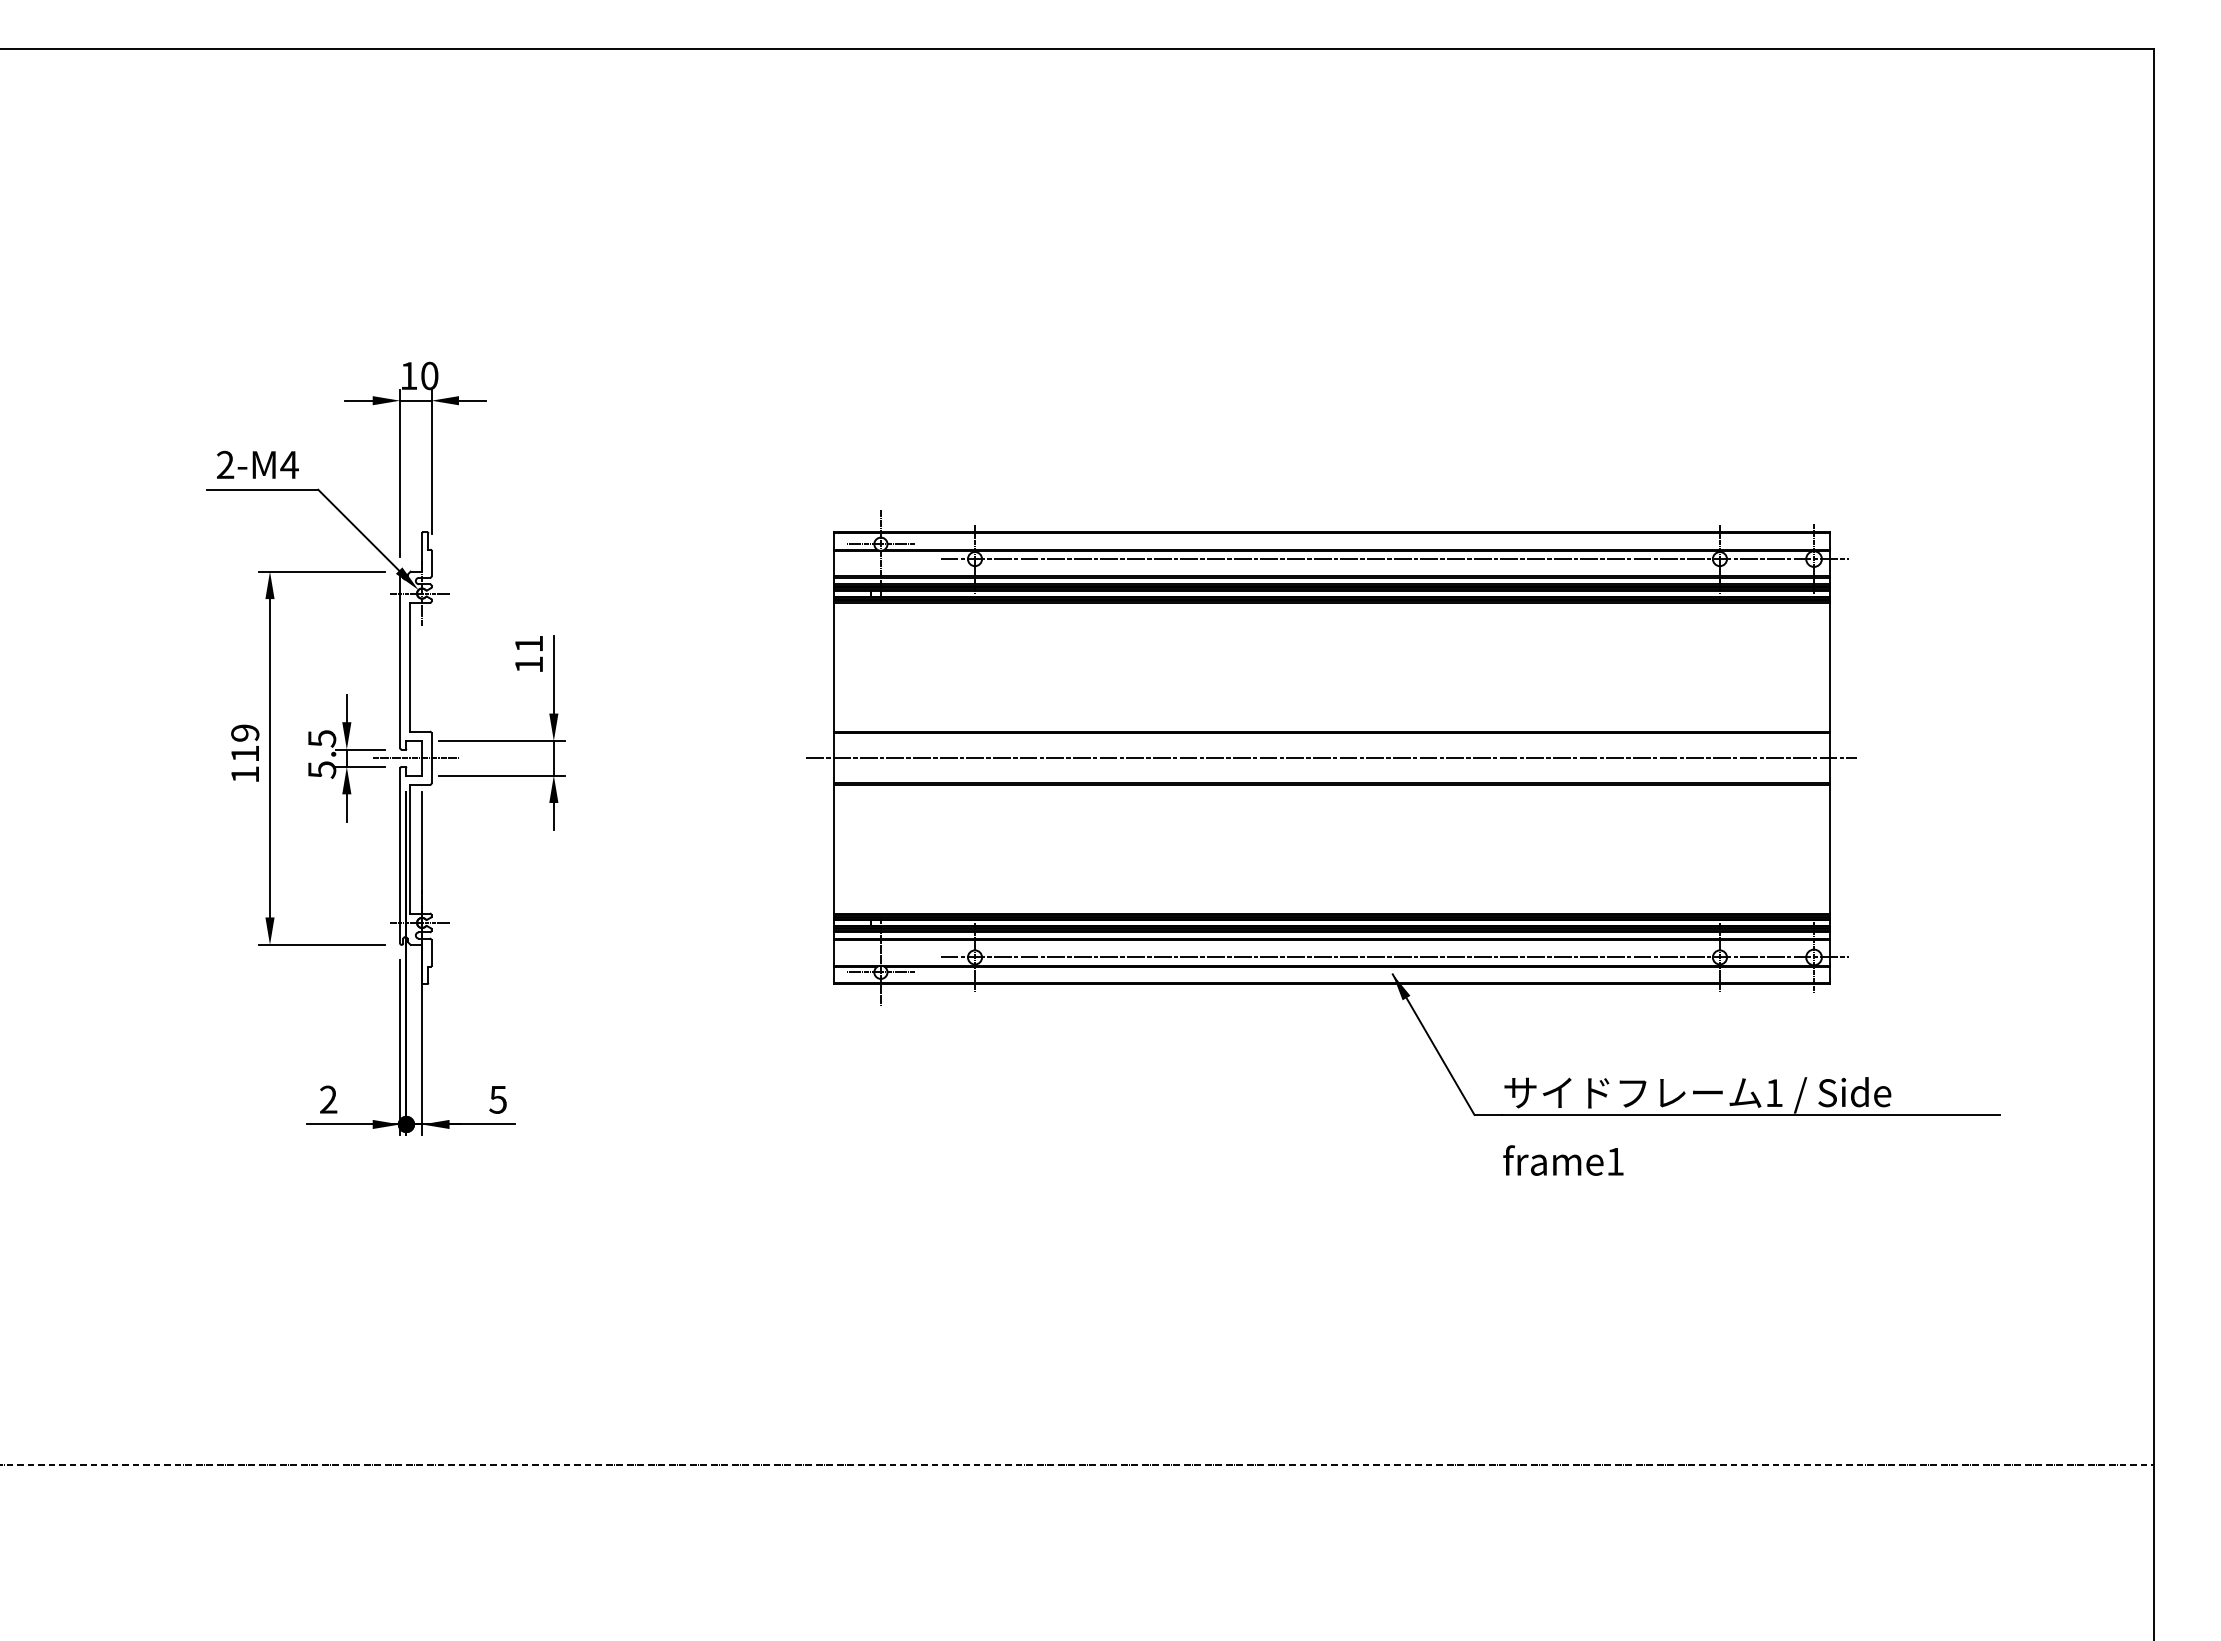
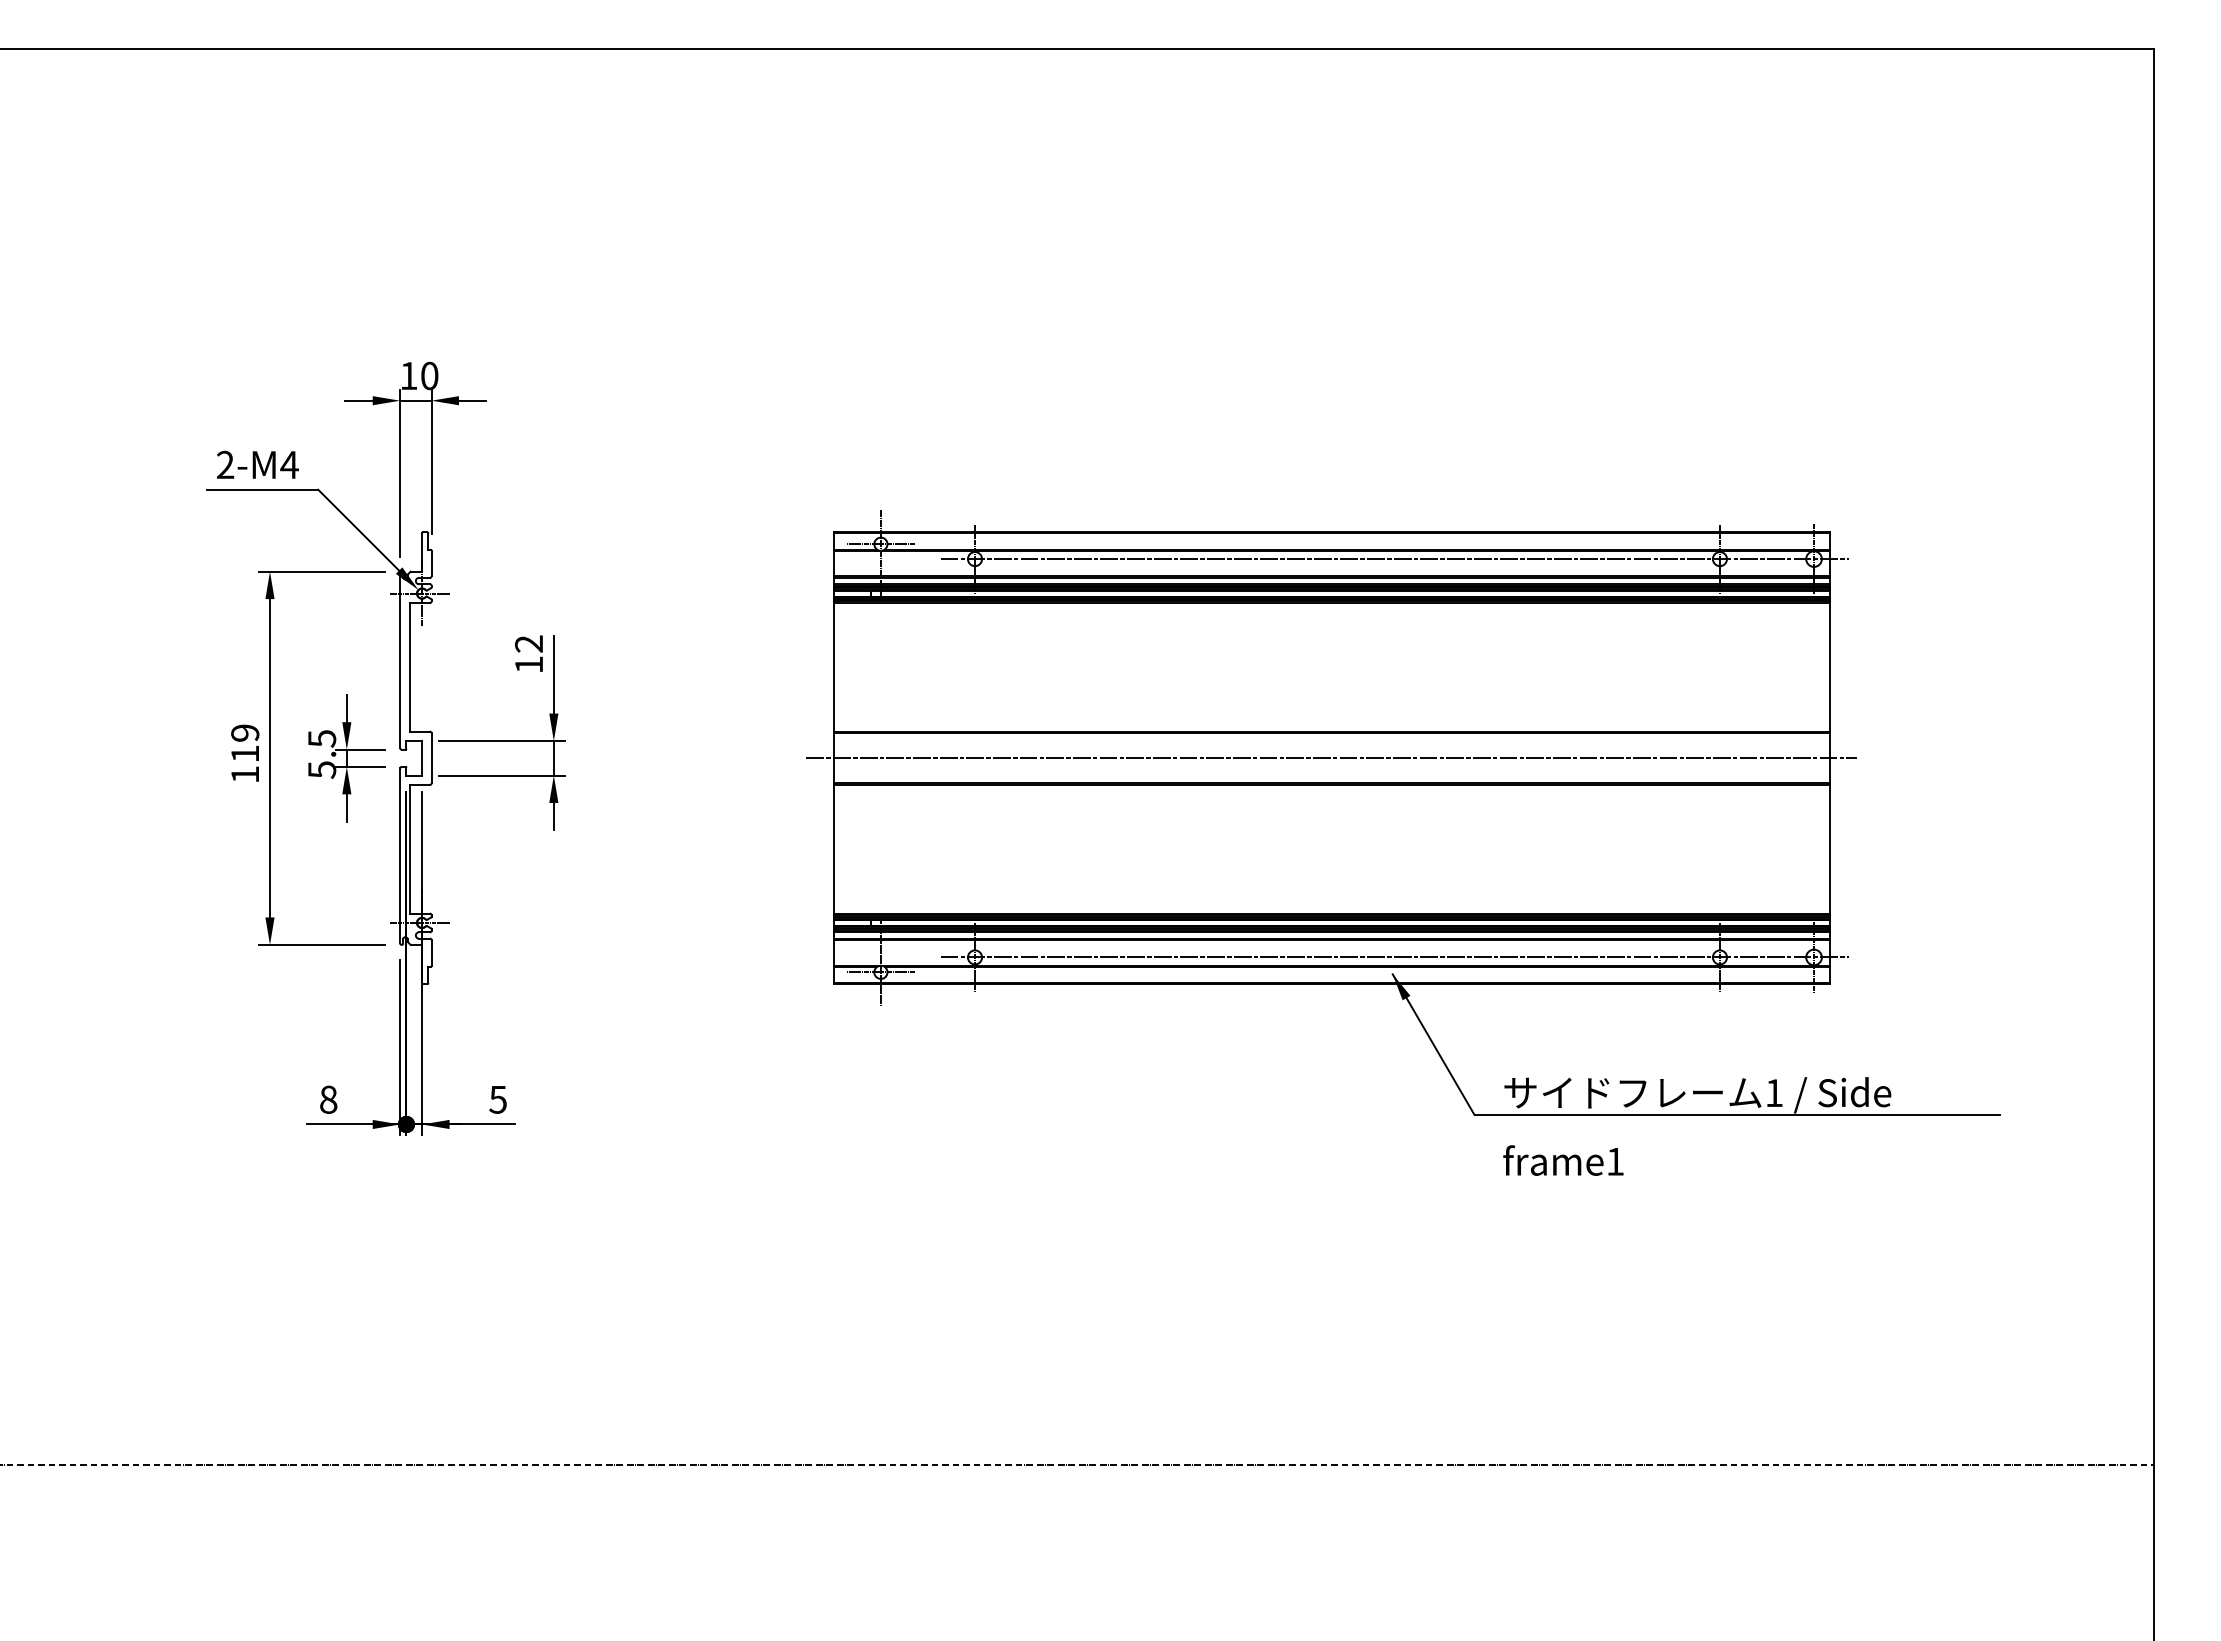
text at (528, 643): 11 -> 12
line at (415, 758): present -> none
text at (328, 1099): 2 -> 8
